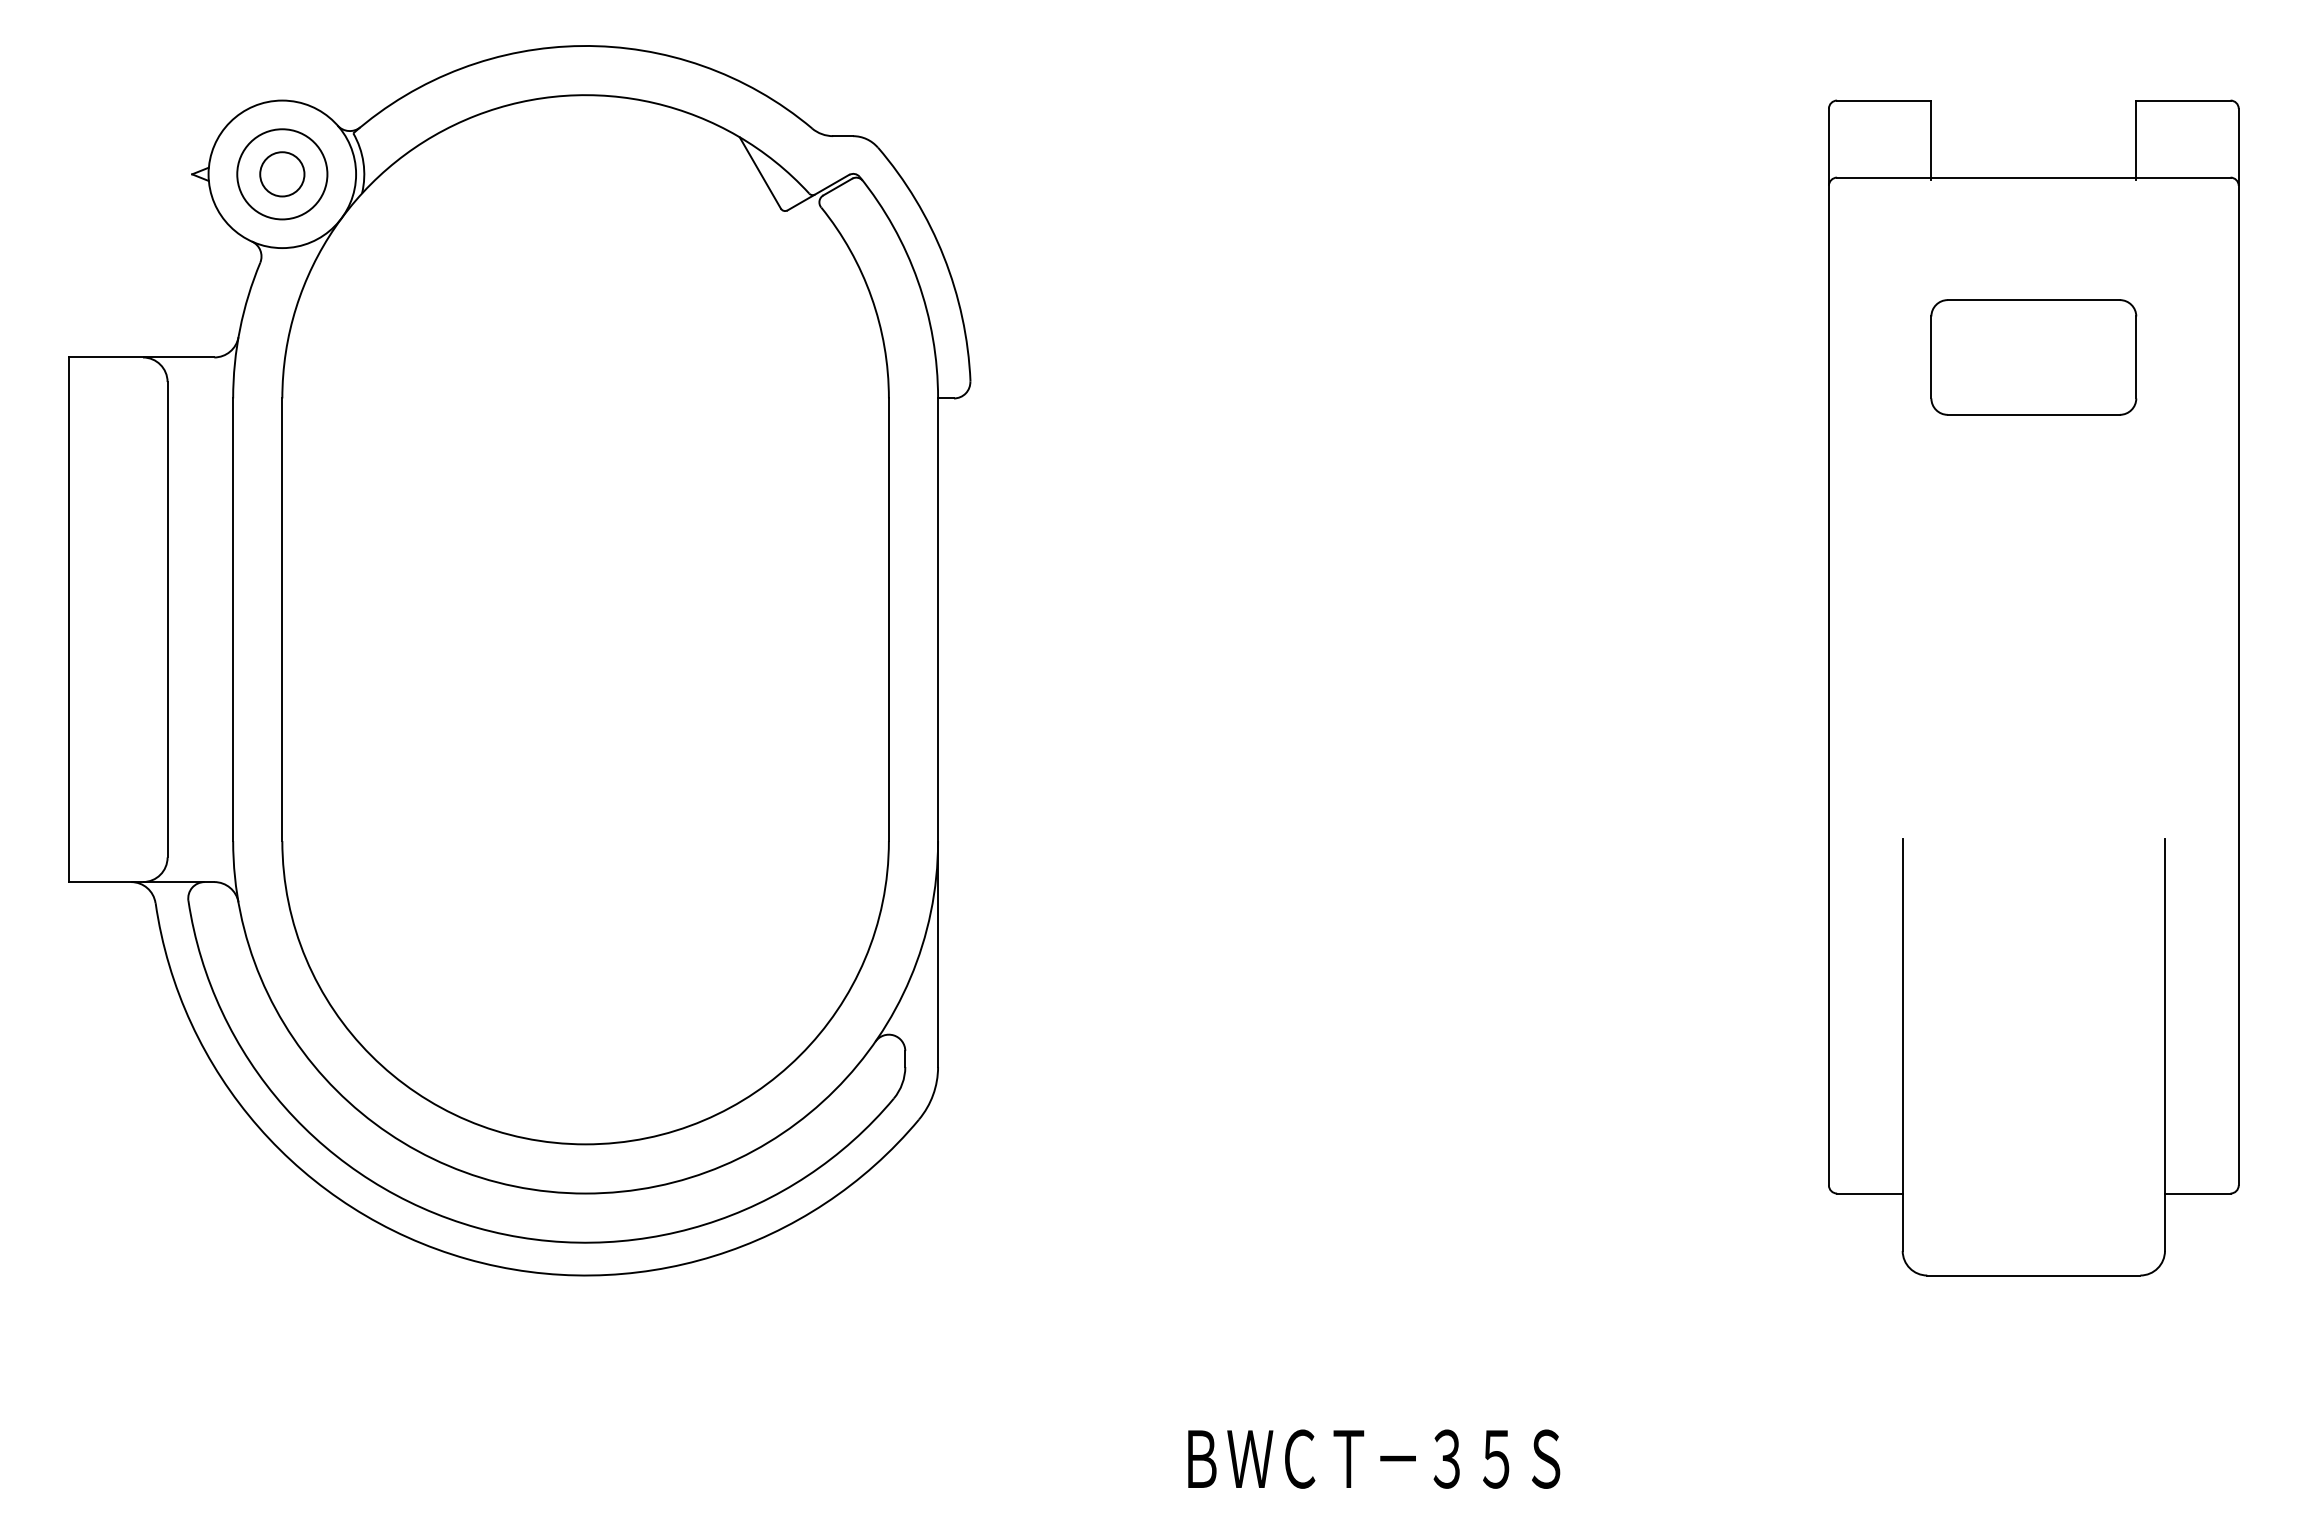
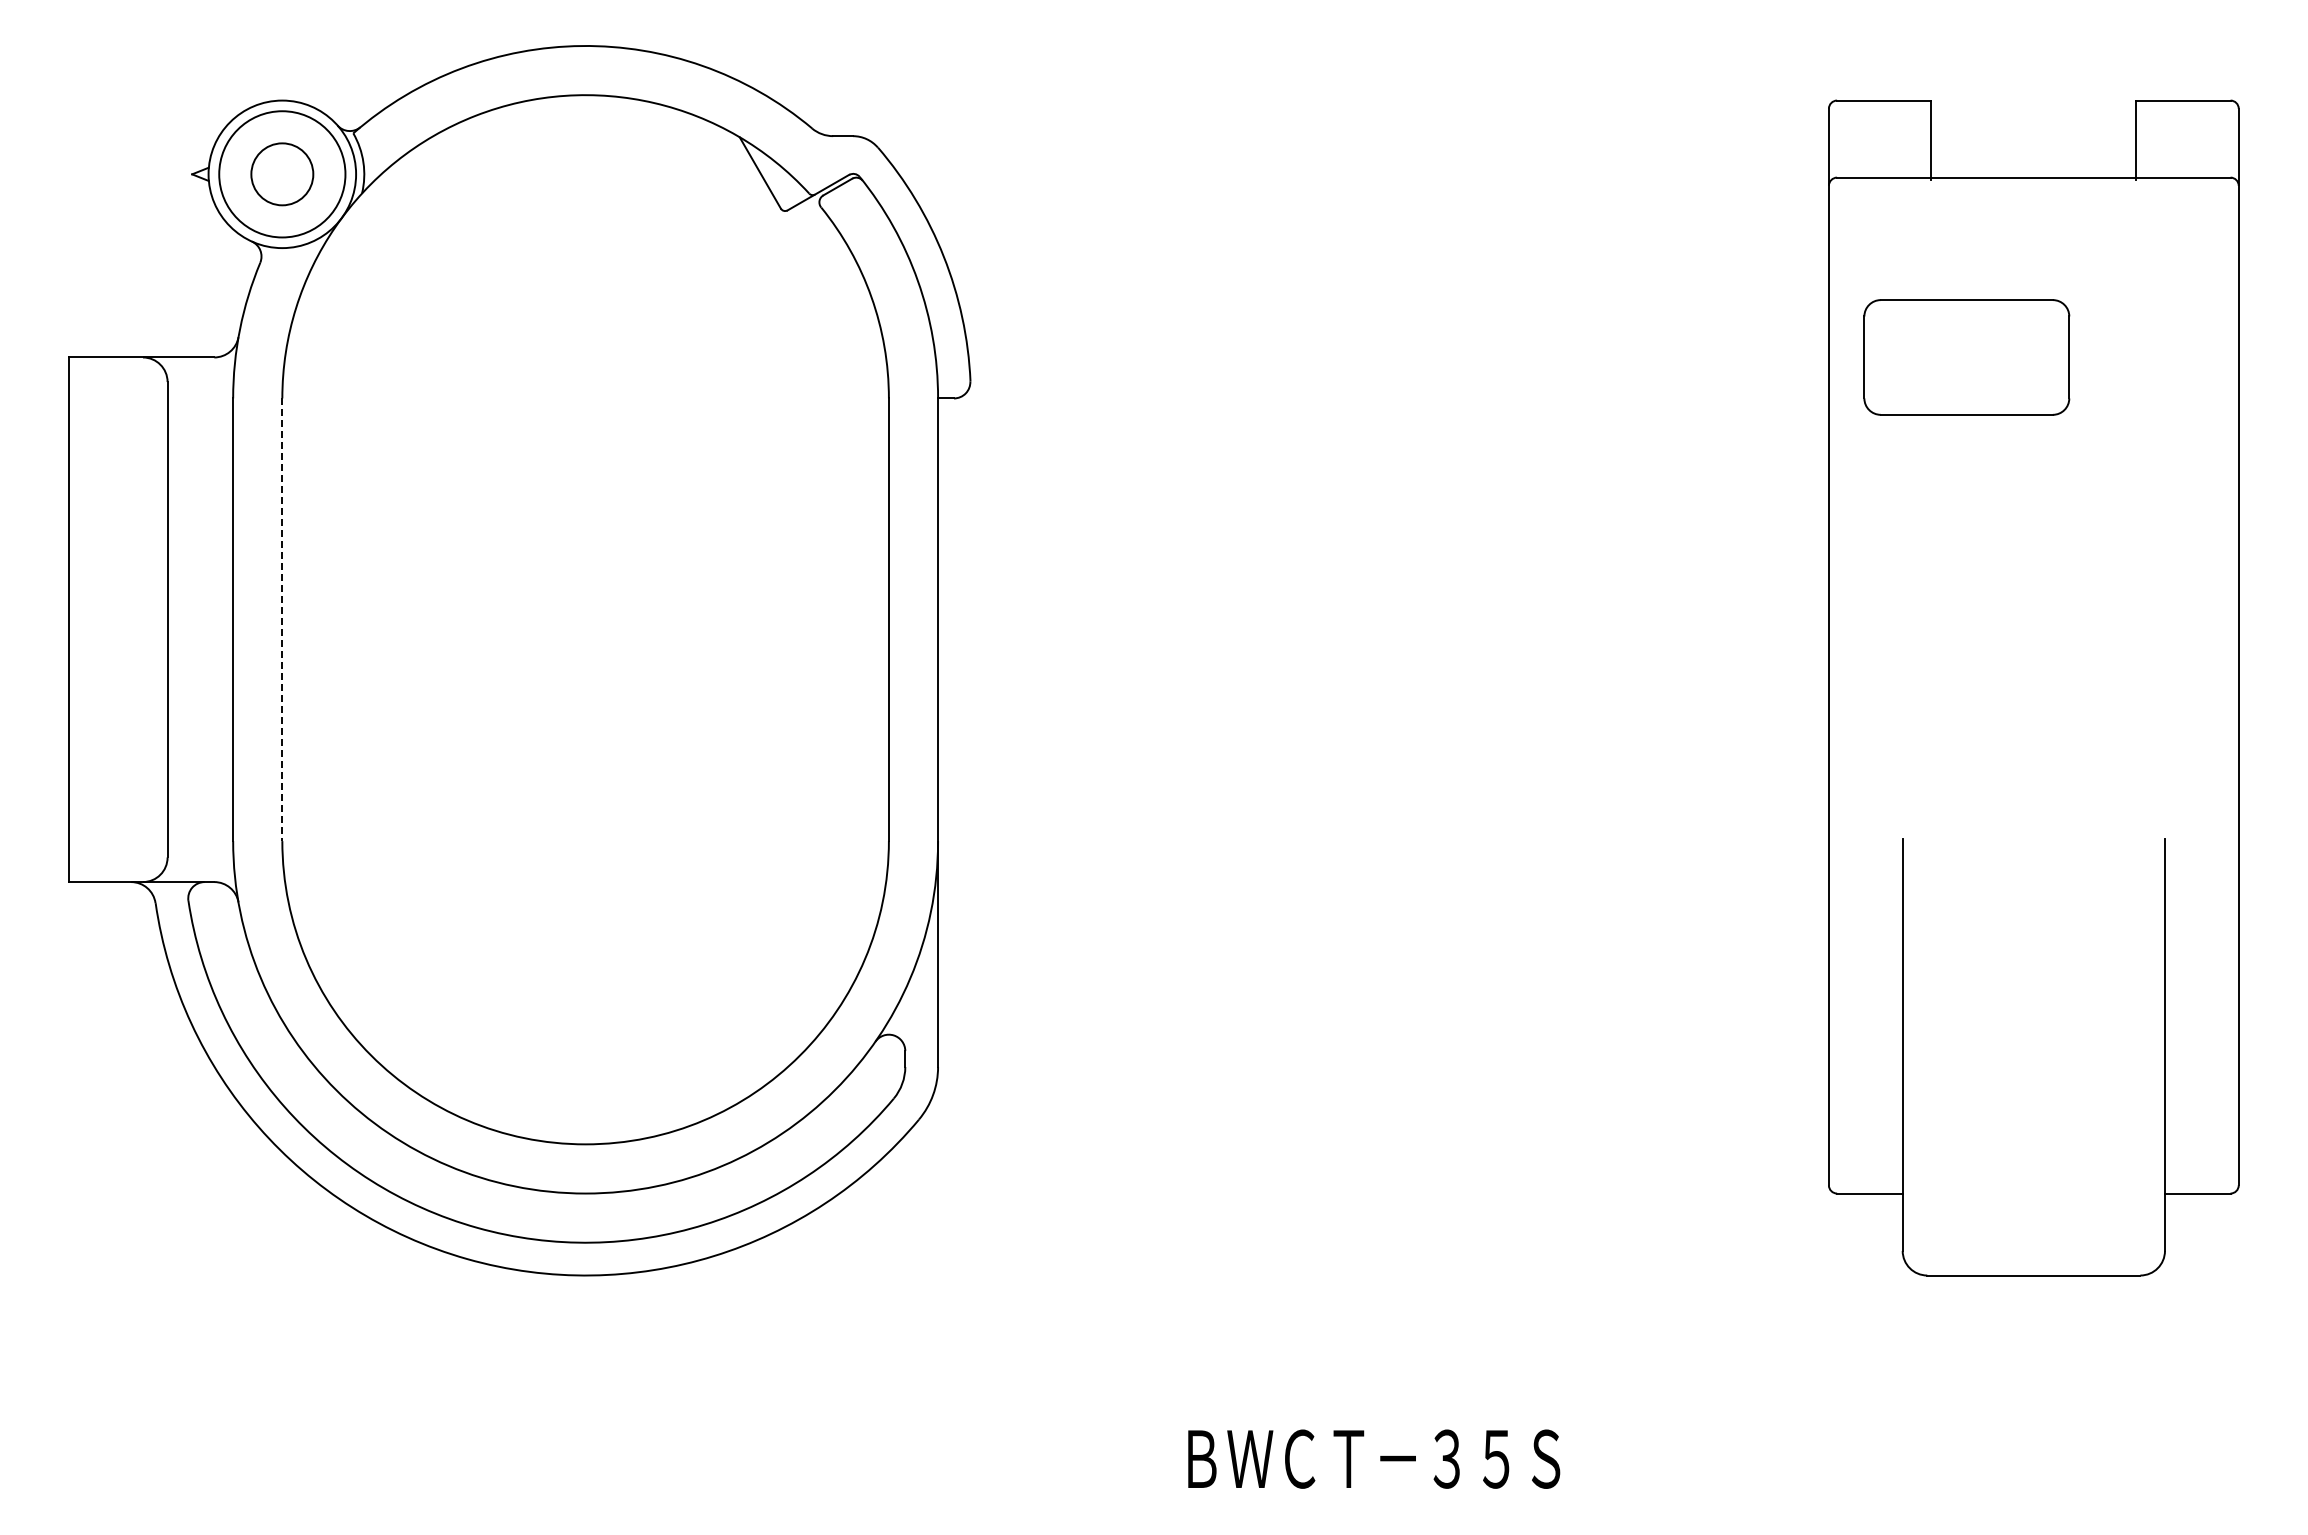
circle at (282, 174) diameter: 44 px -> 62 px
circle at (282, 174) diameter: 90 px -> 126 px
part at (2033, 357) position: (2033, 357) -> (1966, 357)
line at (282, 620): solid -> dashed
